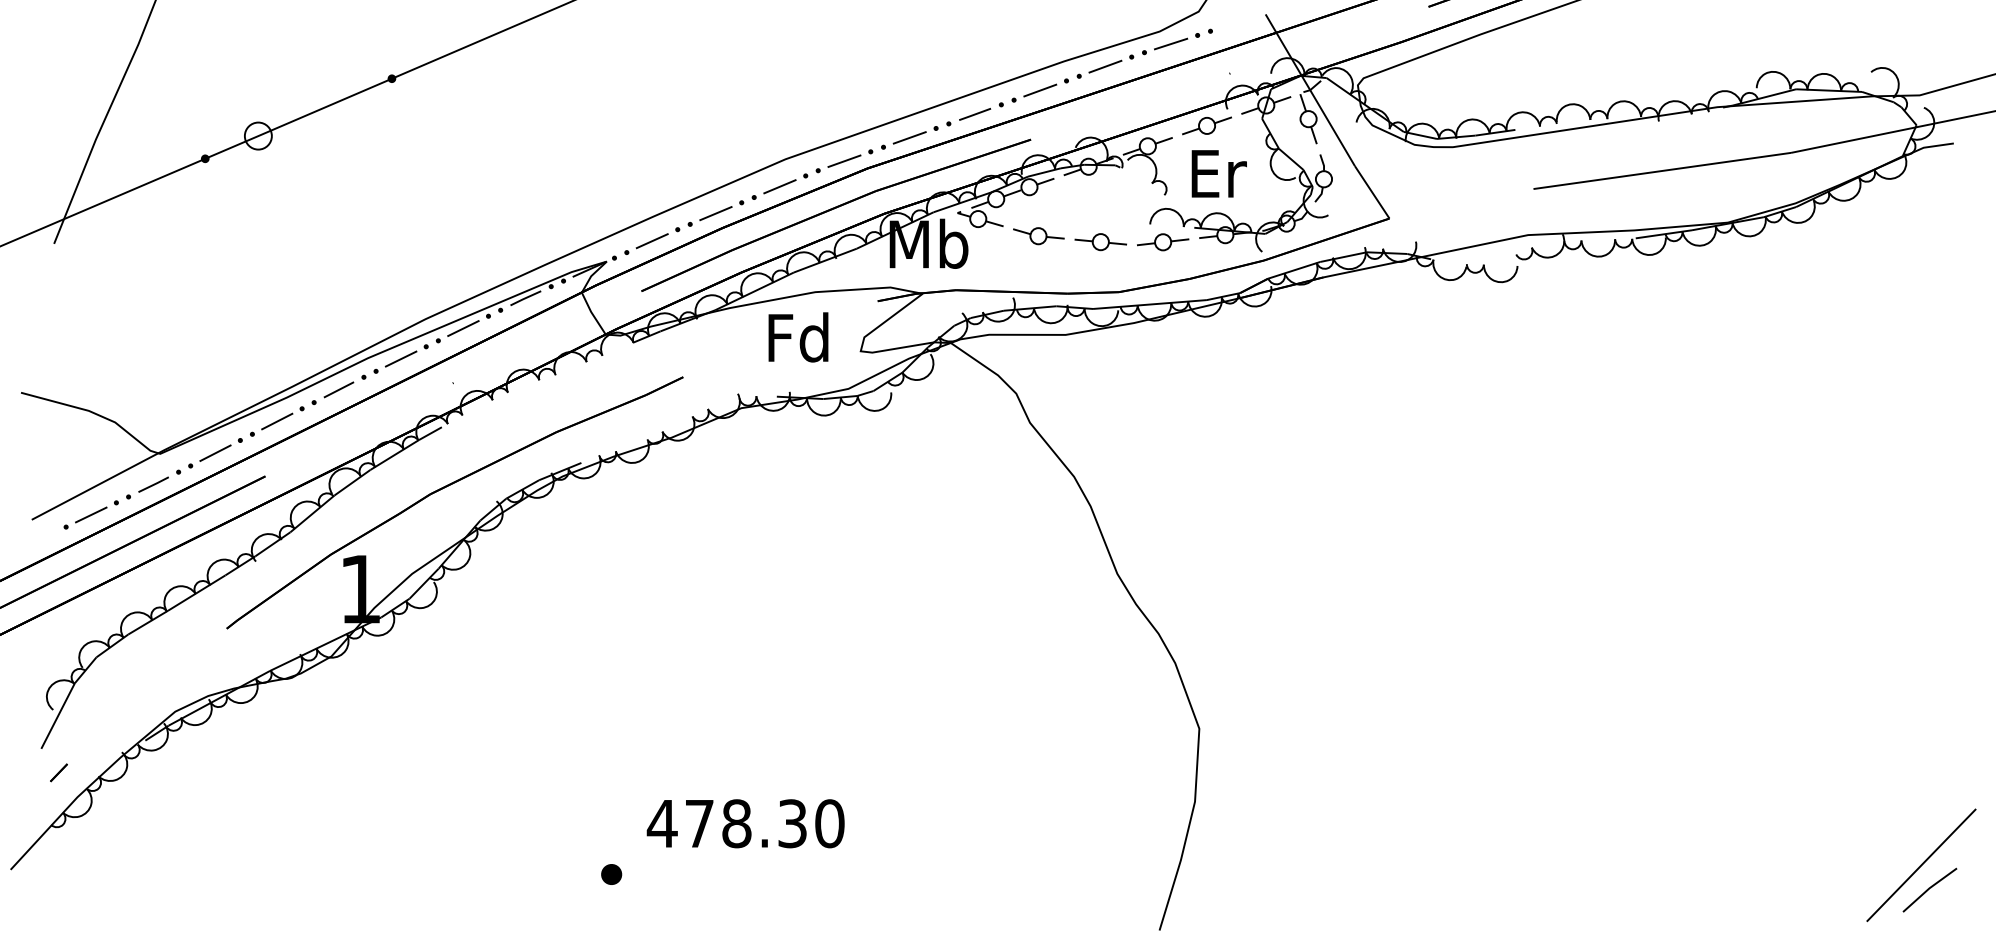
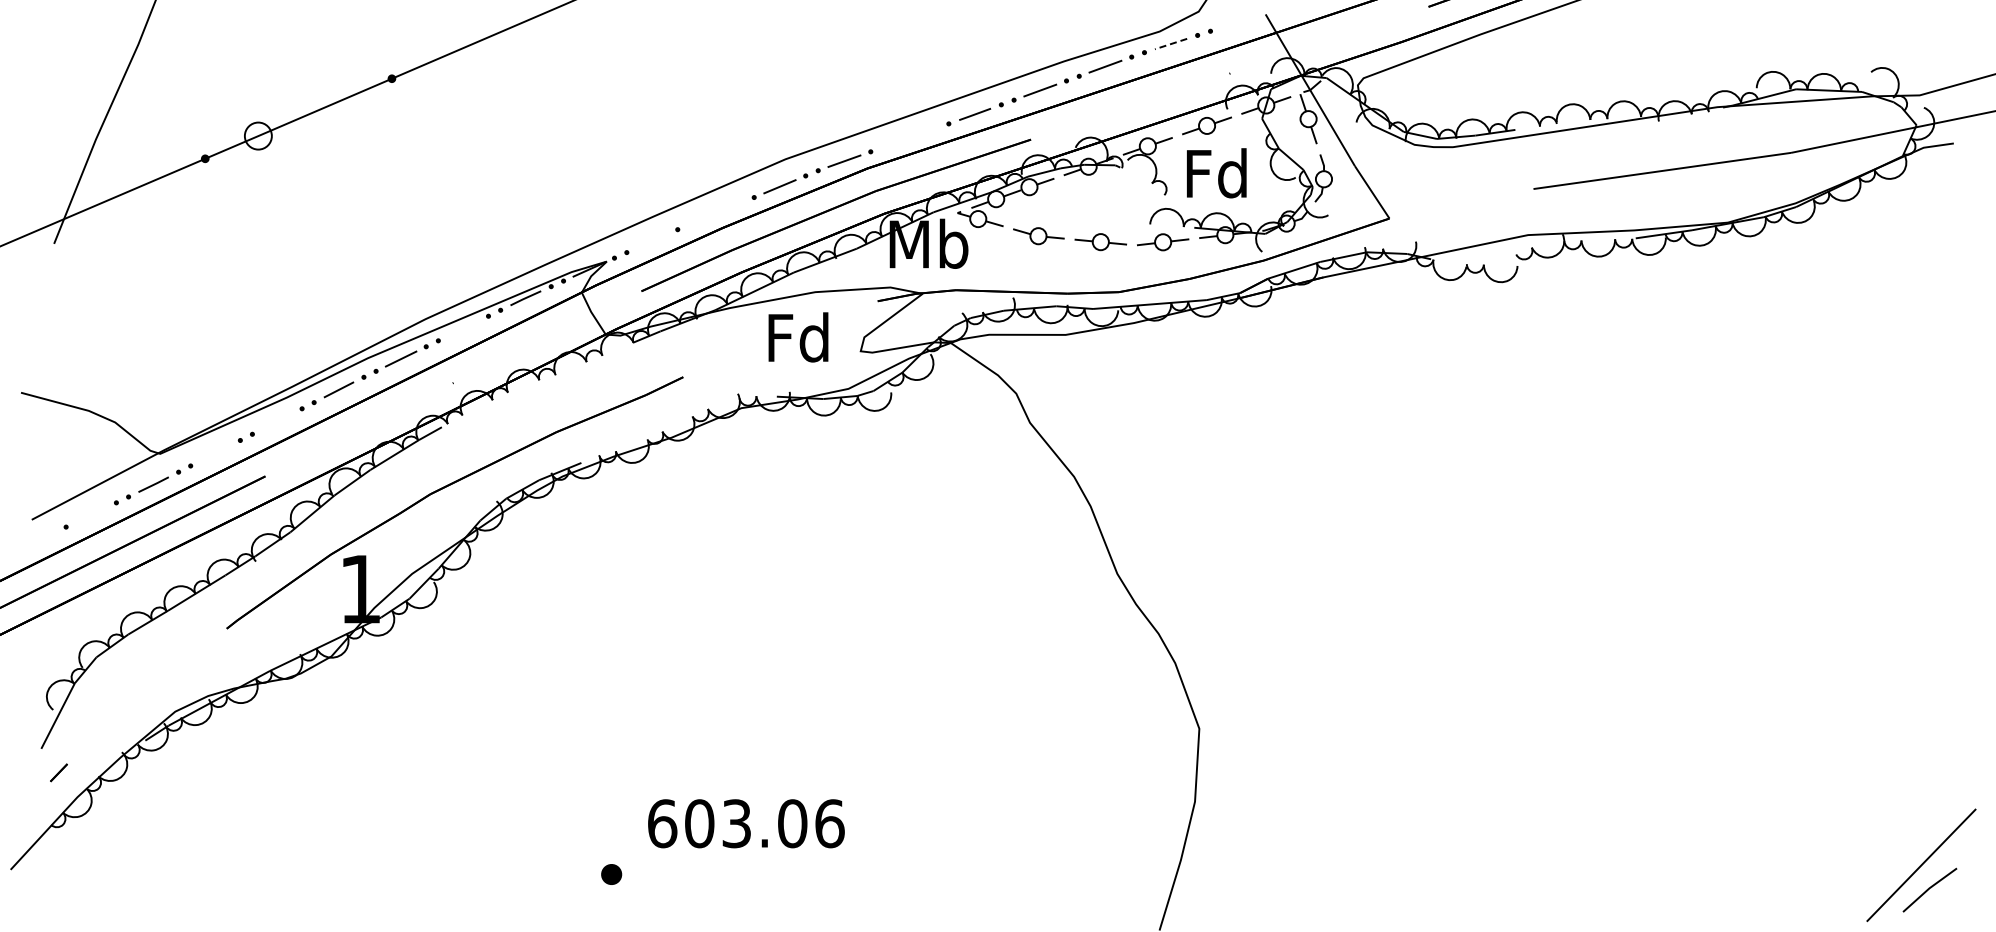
line at (1171, 44): solid -> dashed
part at (909, 137): present -> none
text at (1216, 173): Er -> Fd
part at (715, 213): present -> none
line at (651, 241): present -> none
line at (463, 328): present -> none
line at (277, 421): present -> none
line at (215, 452): present -> none
line at (91, 514): present -> none
text at (745, 823): 478.30 -> 603.06
